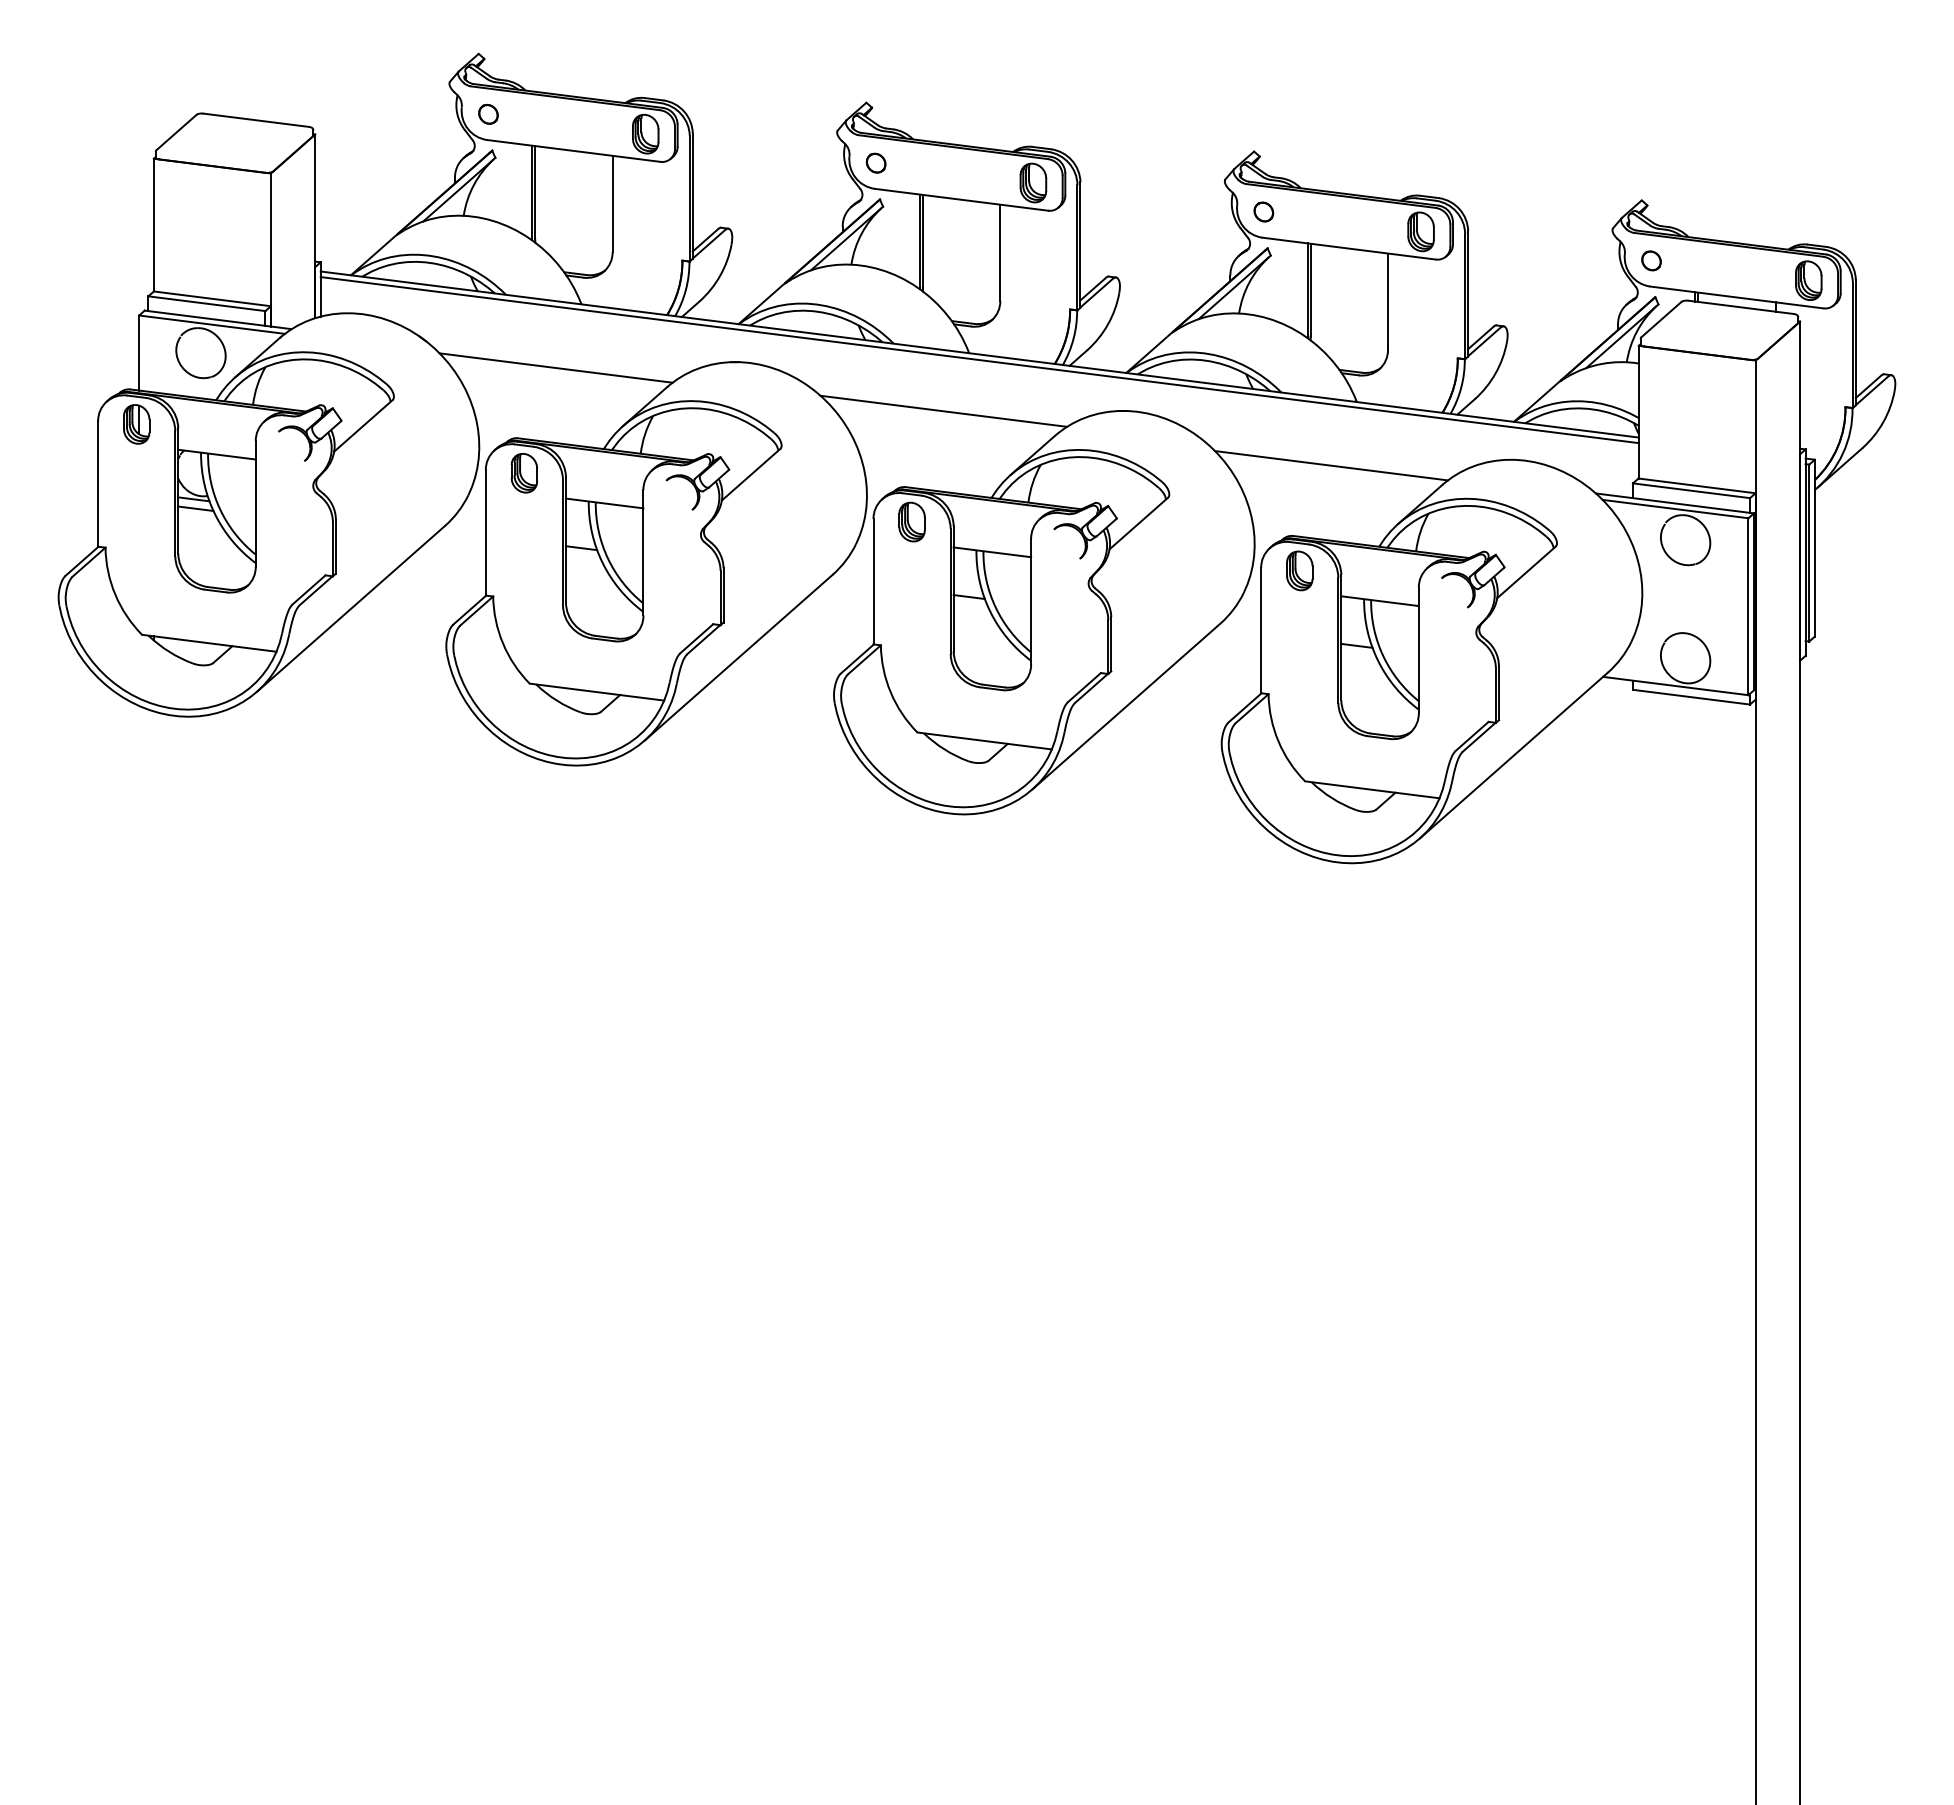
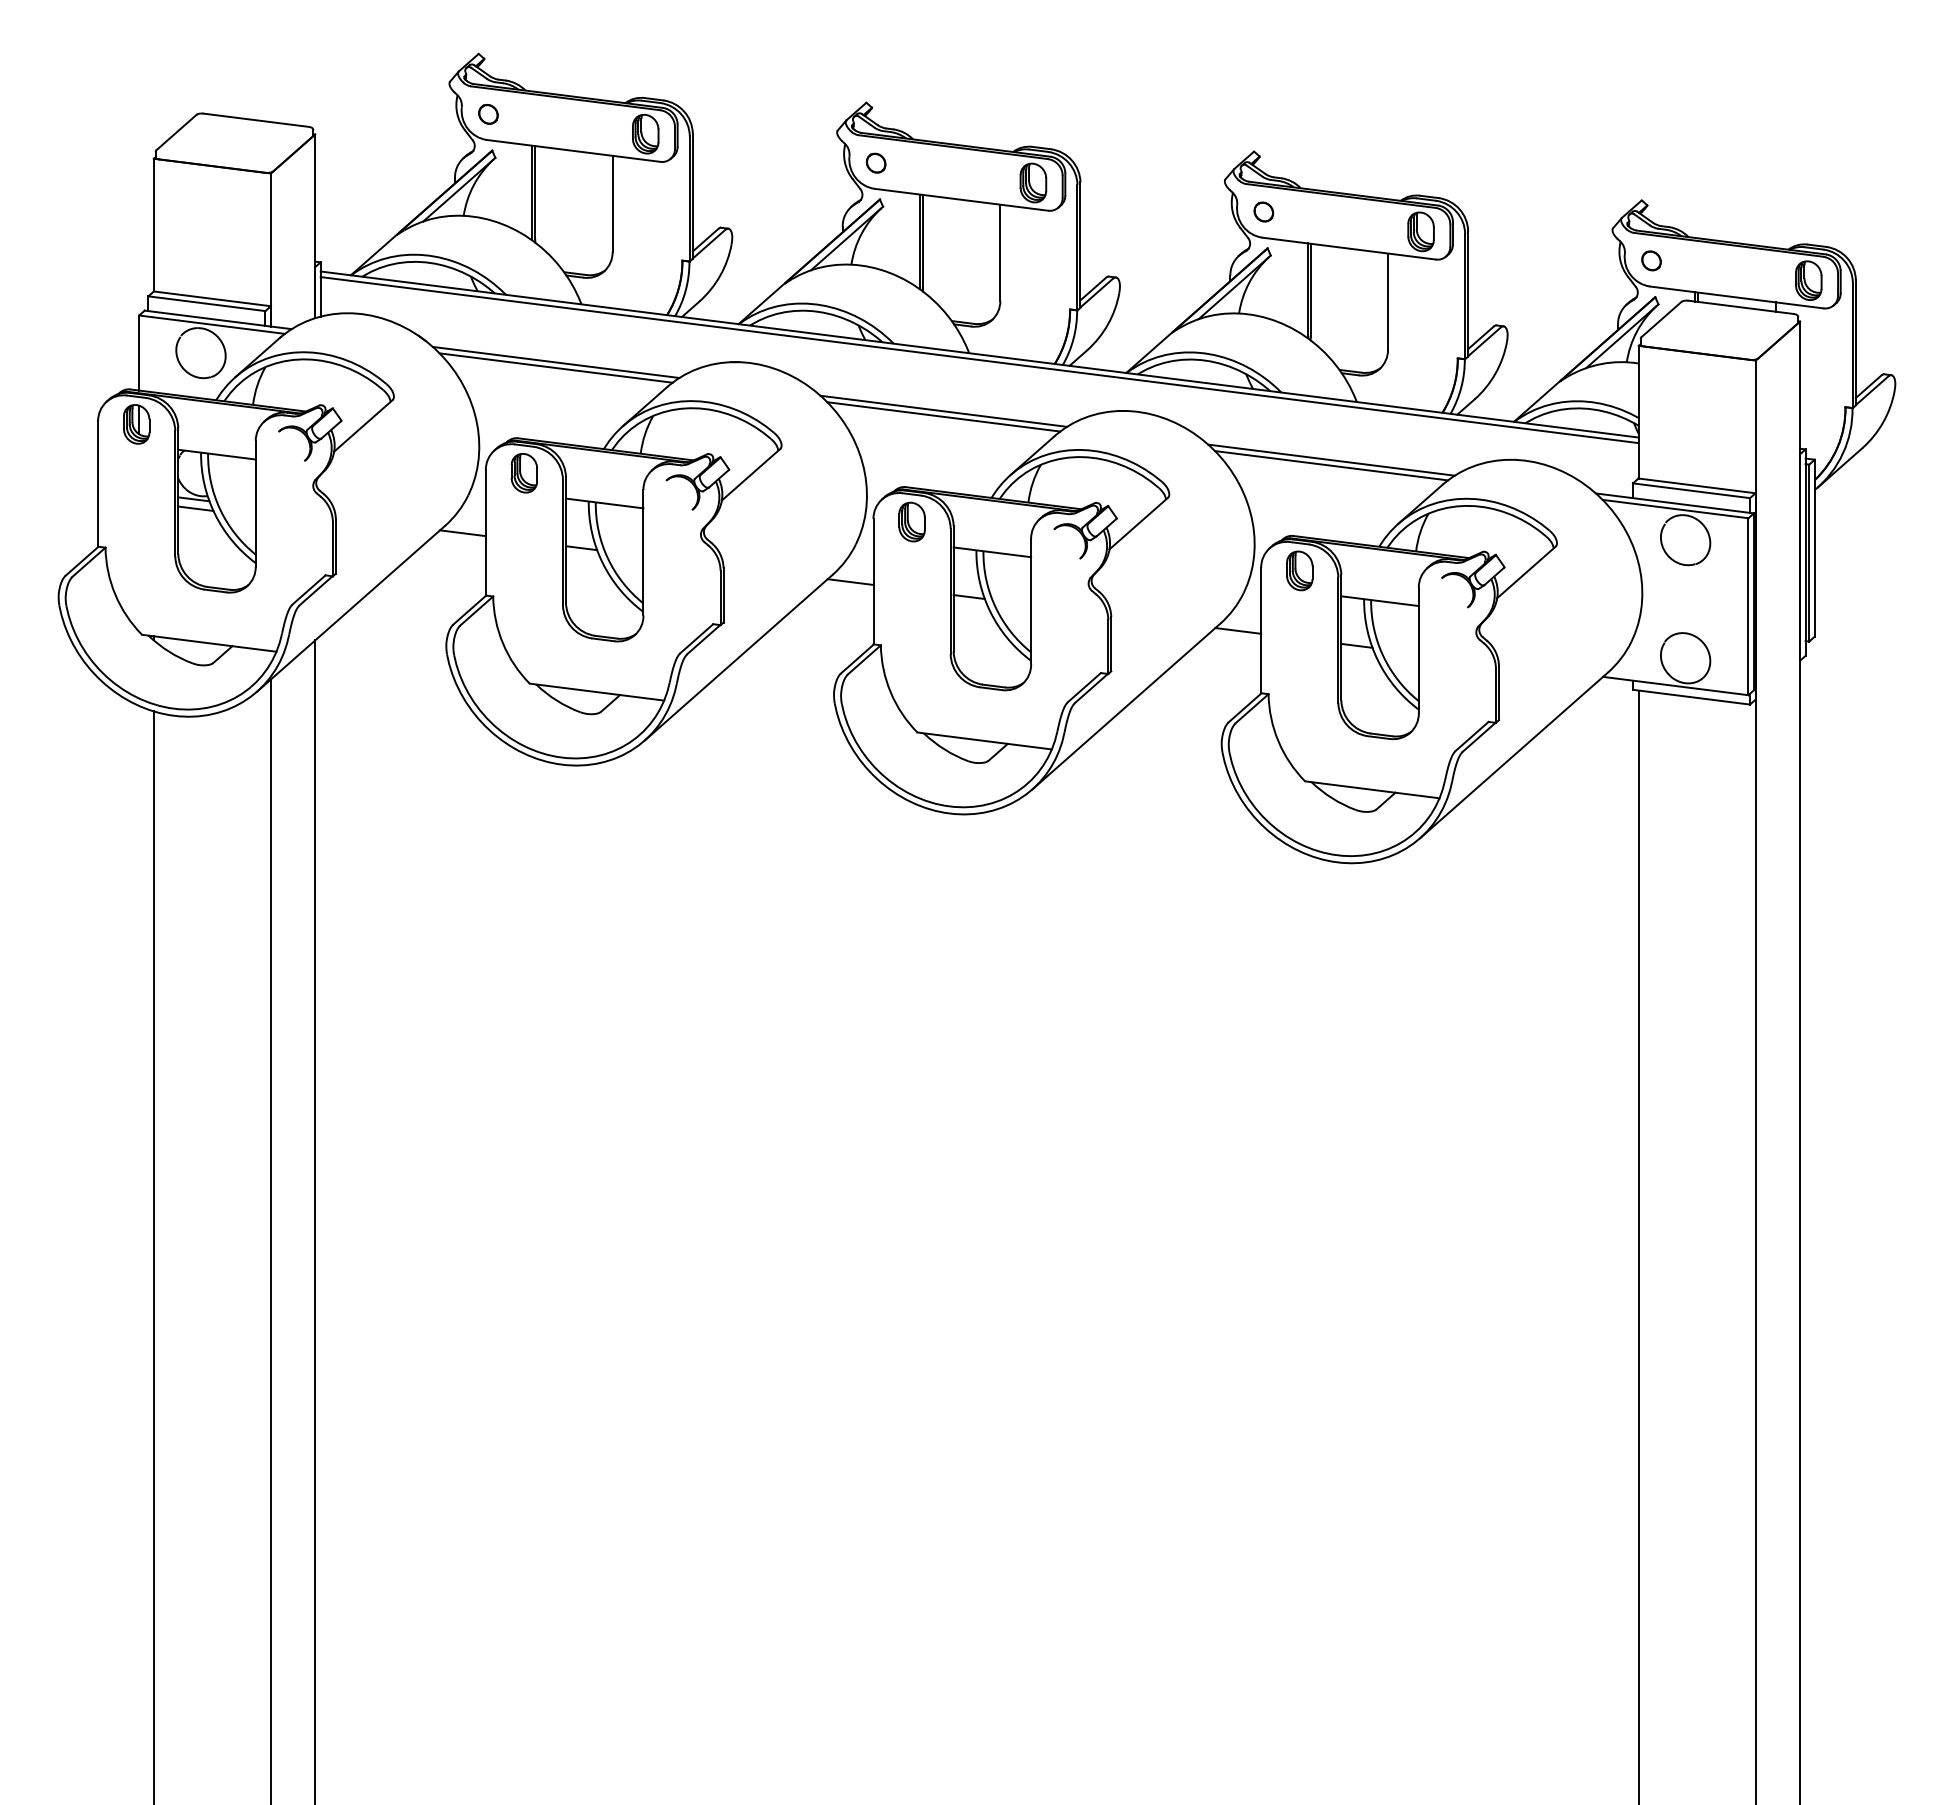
line at (555, 361): none -> present
line at (943, 416): none -> present
line at (1331, 459): none -> present
line at (462, 533): none -> present
line at (850, 581): none -> present
line at (1238, 630): none -> present
line at (315, 1220): none -> present
line at (270, 1240): none -> present
line at (1638, 1245): none -> present
line at (153, 1256): none -> present
